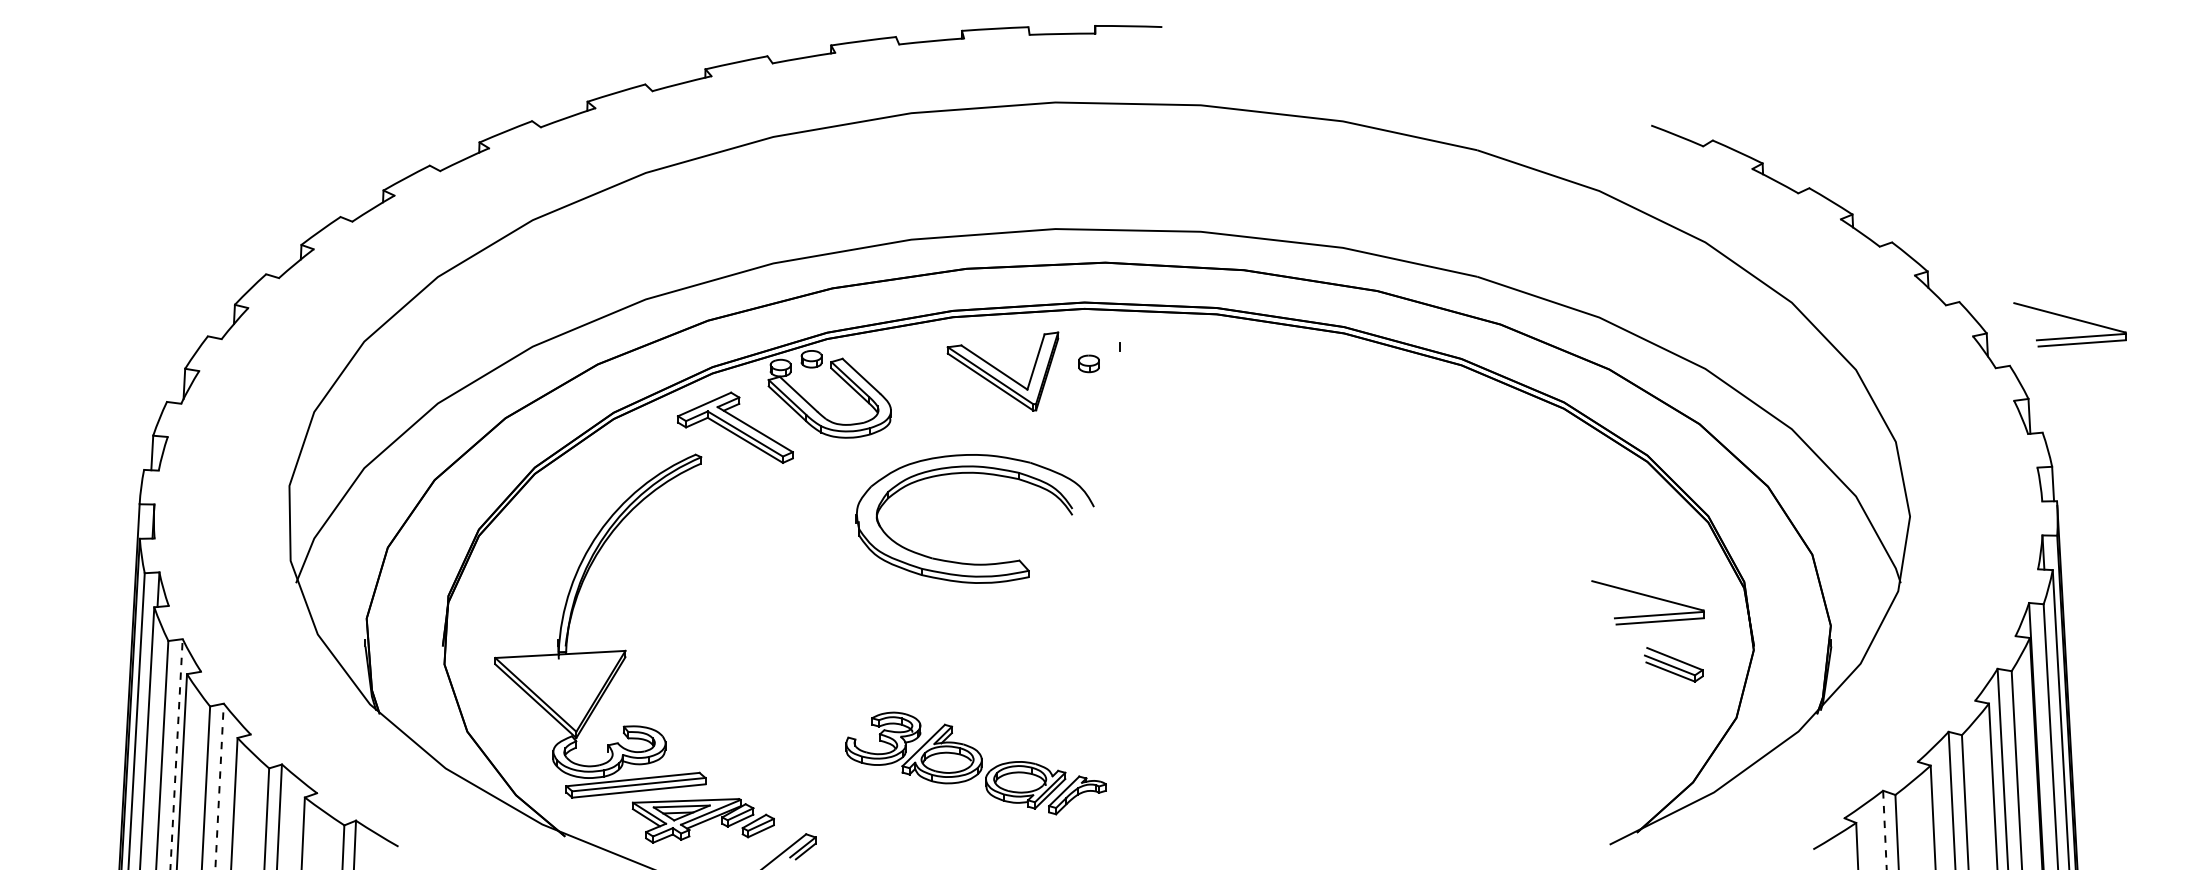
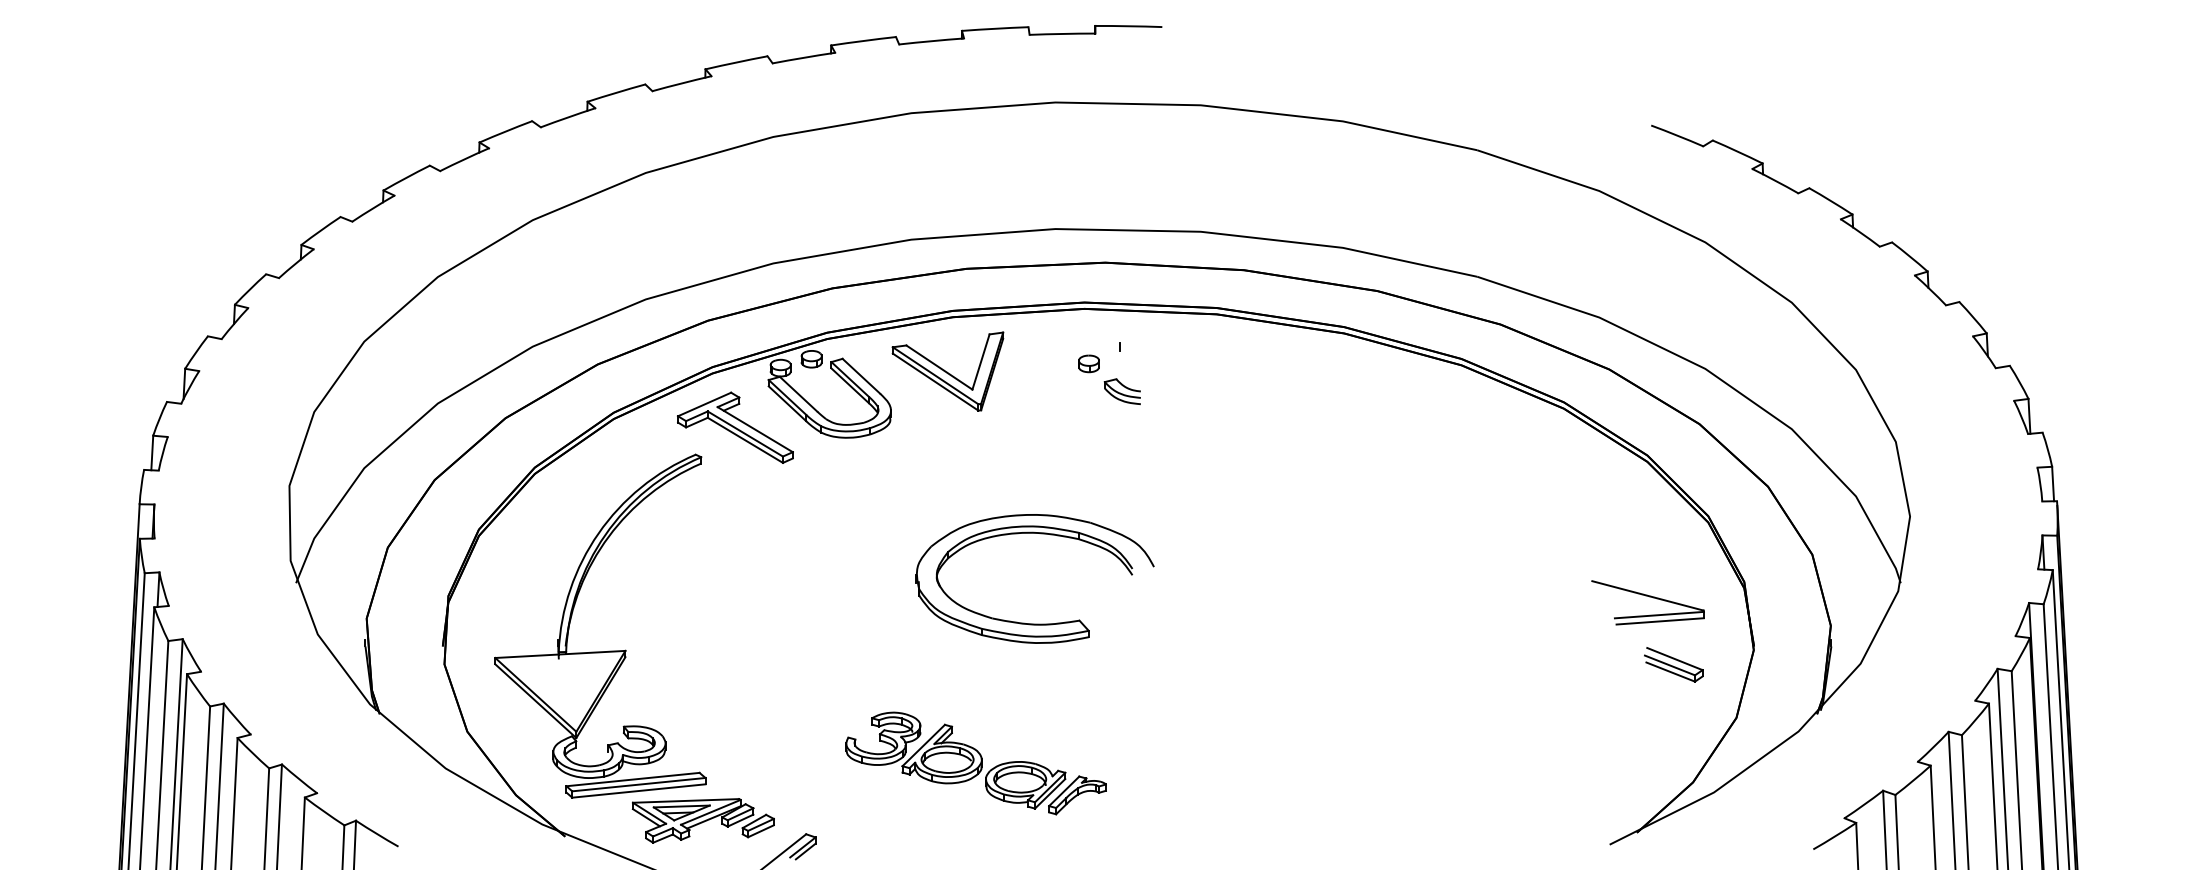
part at (2069, 324): present -> none
part at (1002, 371) position: (1002, 371) -> (947, 371)
part at (1121, 391): none -> present
part at (980, 474) position: (980, 474) -> (1040, 534)
line at (176, 753): dashed -> solid
line at (219, 786): dashed -> solid
line at (1884, 829): dashed -> solid
